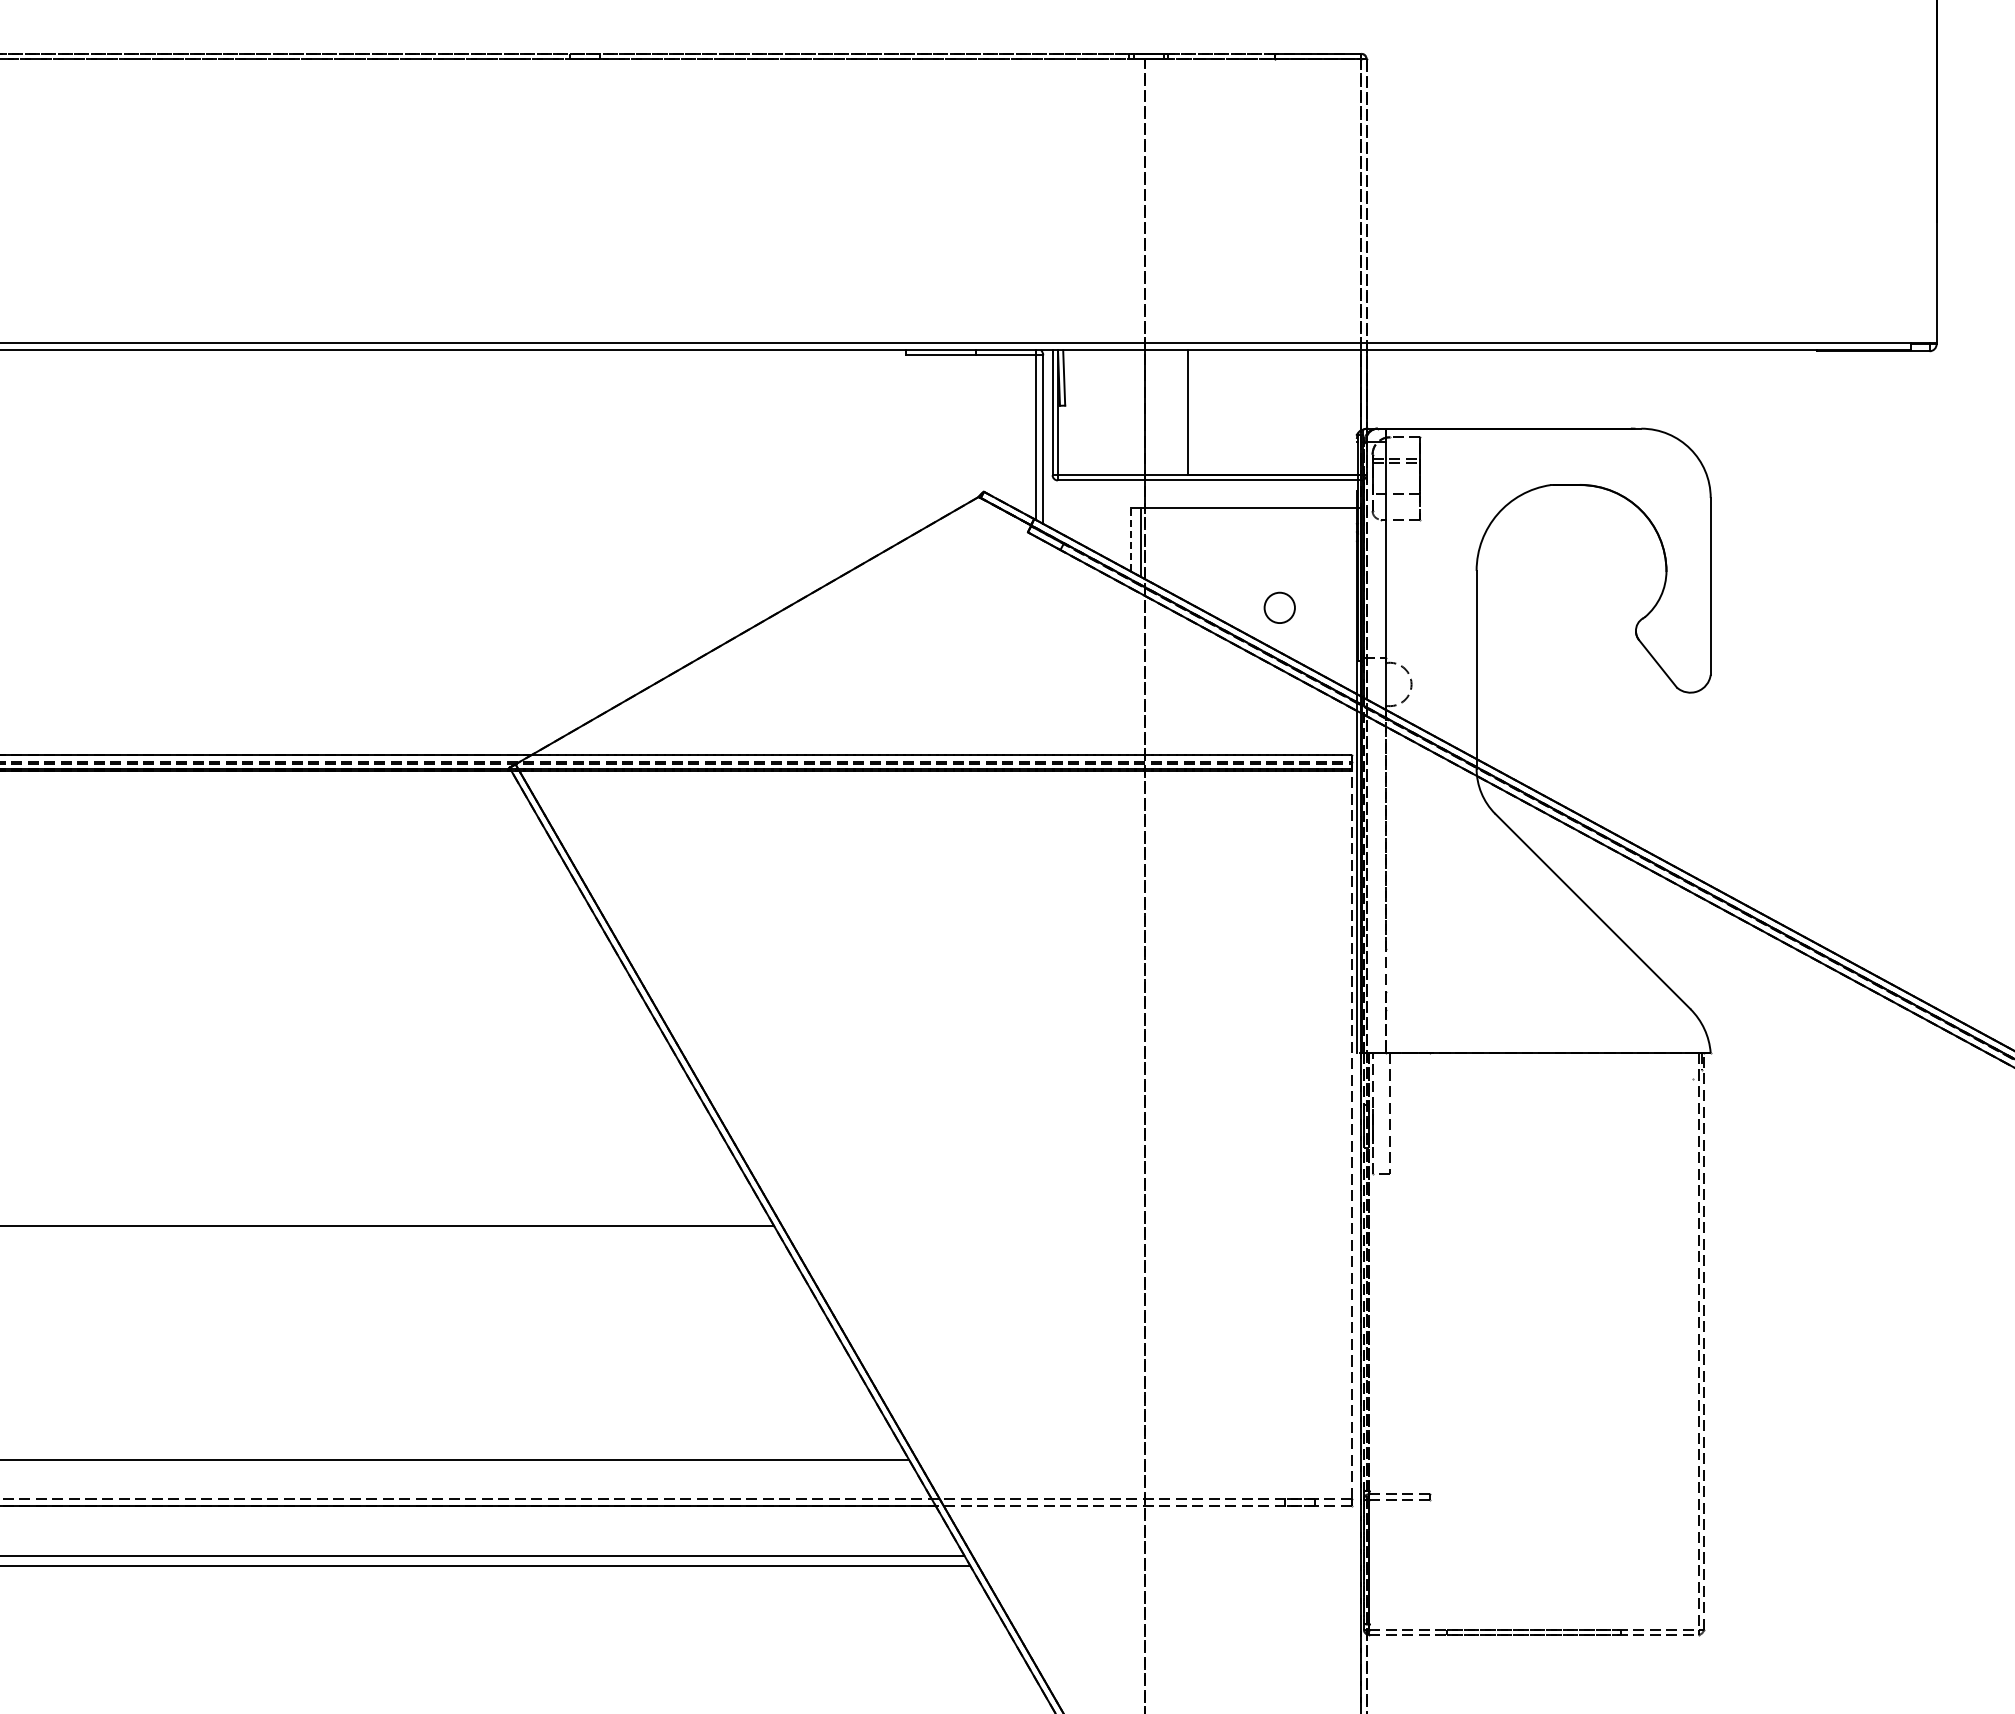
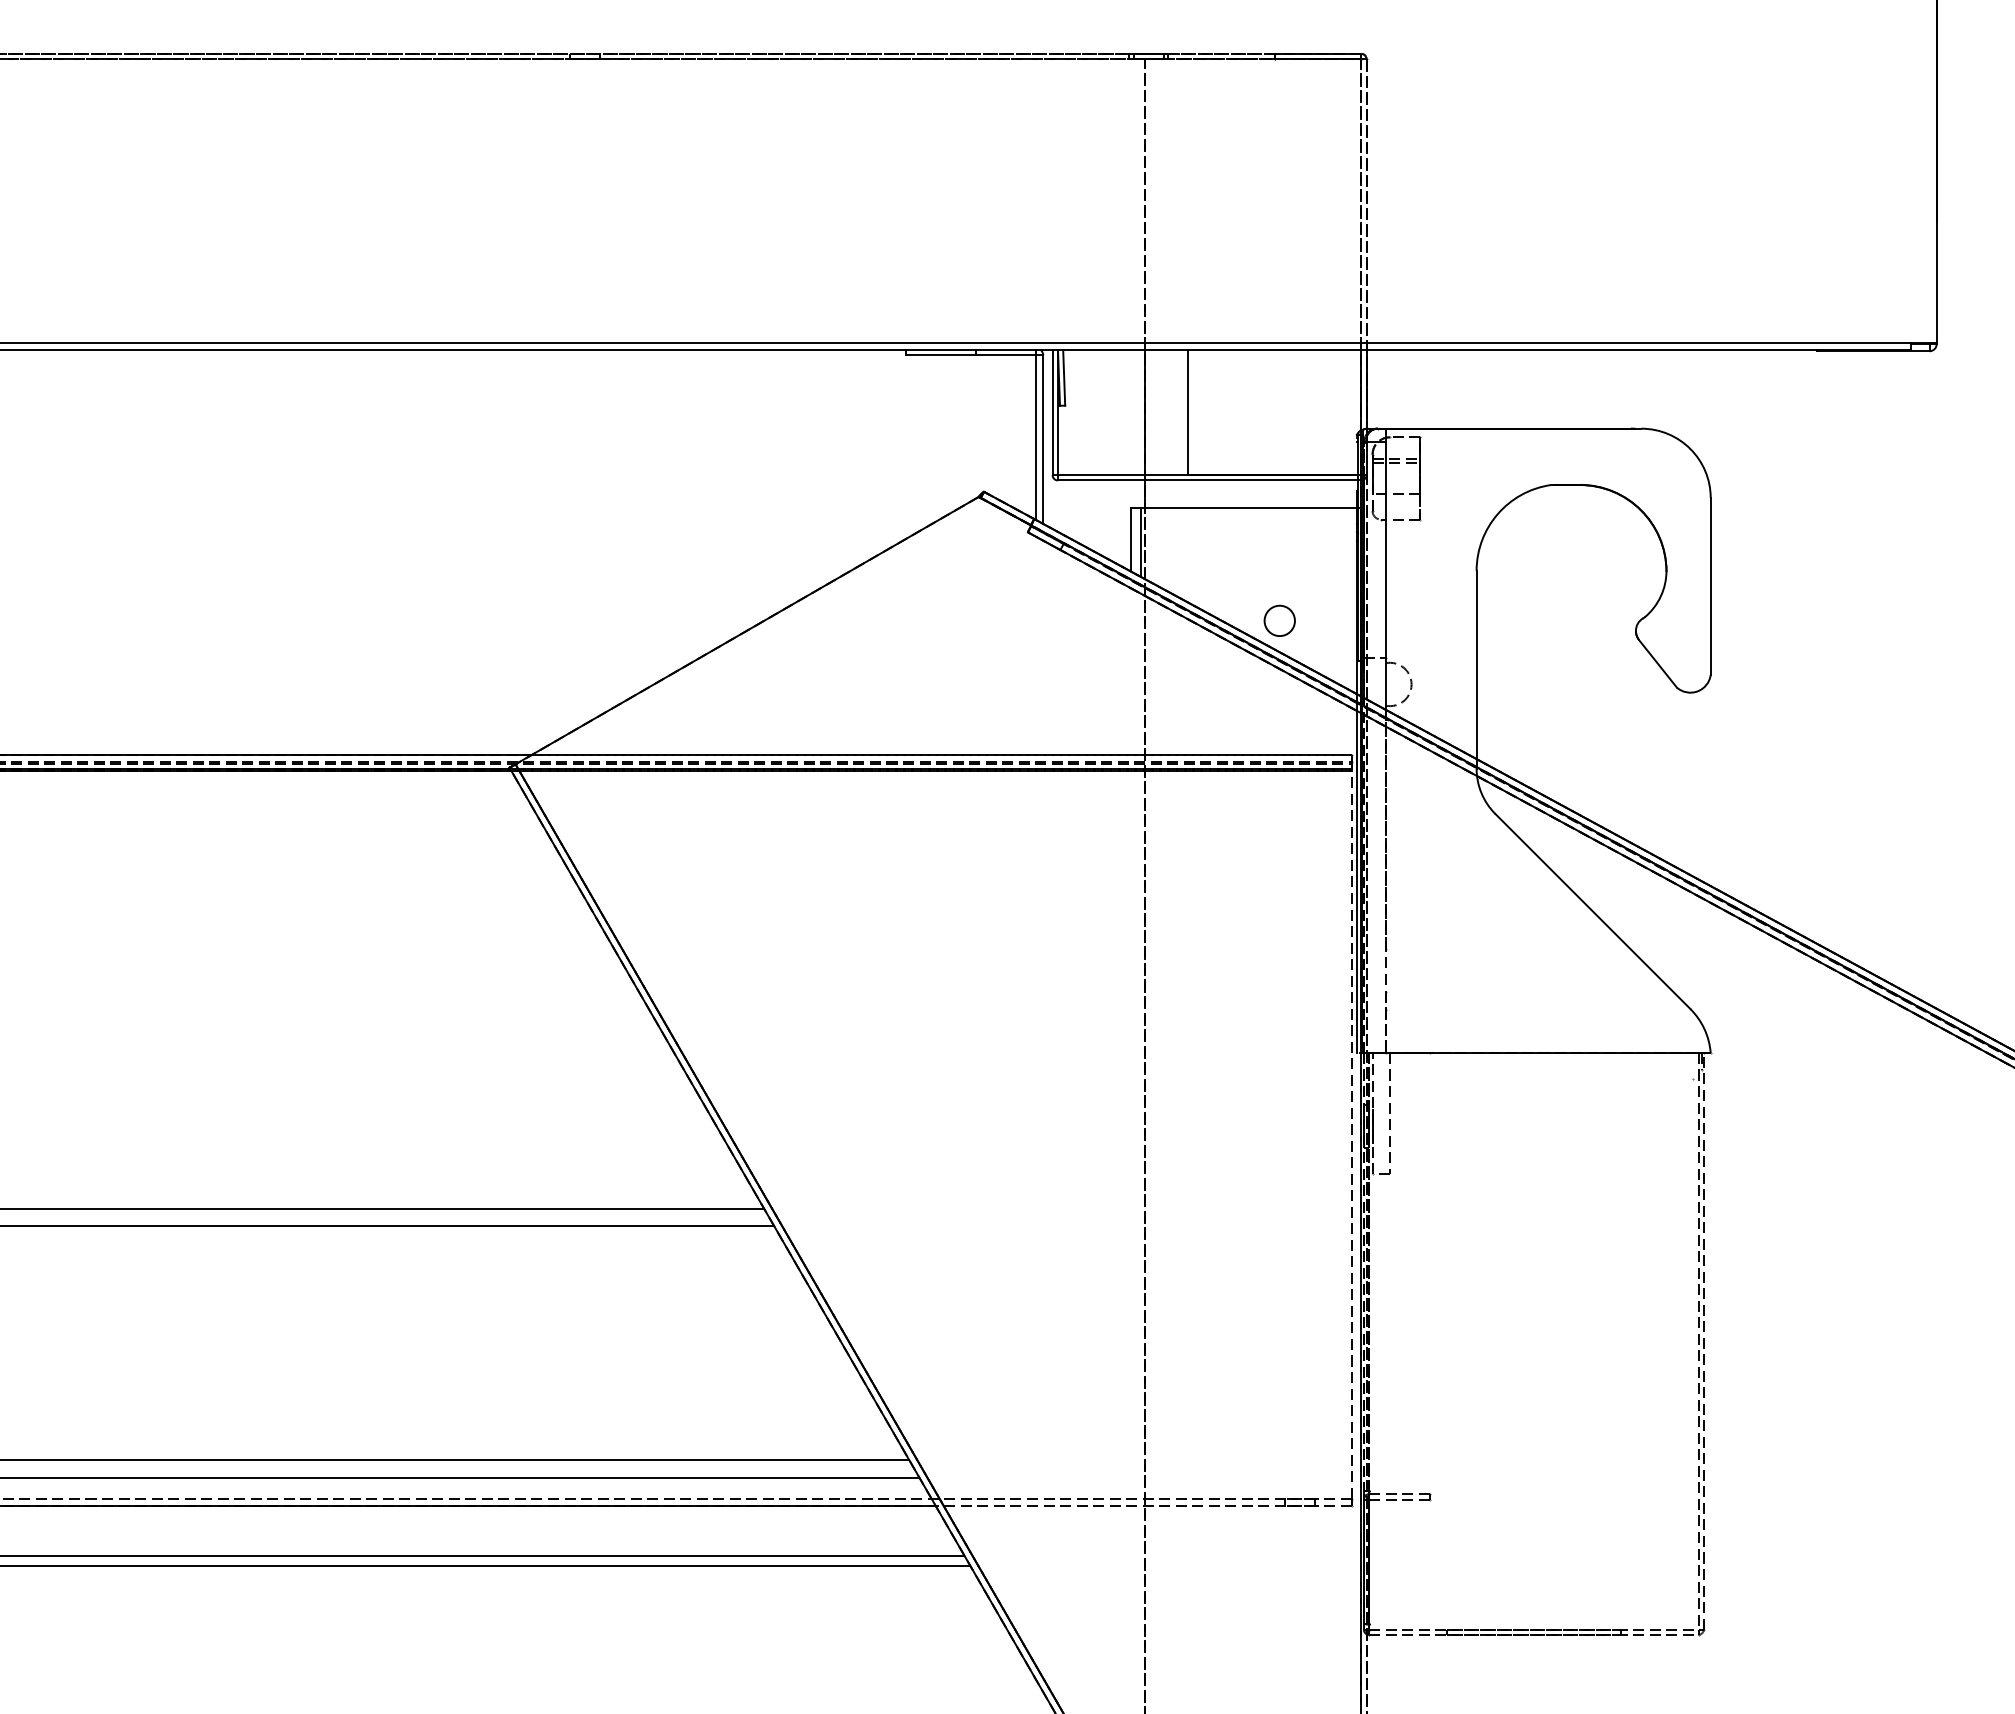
line at (1130, 539): dashed -> solid
circle at (1279, 607) position: (1279, 607) -> (1279, 620)
line at (383, 1208): none -> present
line at (460, 1477): none -> present
